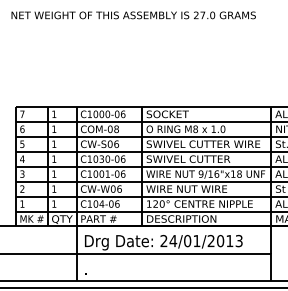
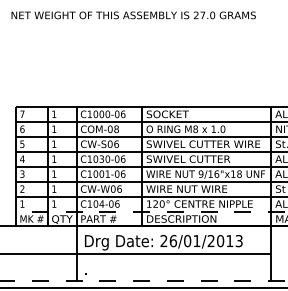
line at (151, 211): solid -> dashed
text at (173, 240): 24/01/2013 -> 26/01/2013
line at (143, 281): solid -> dashed
